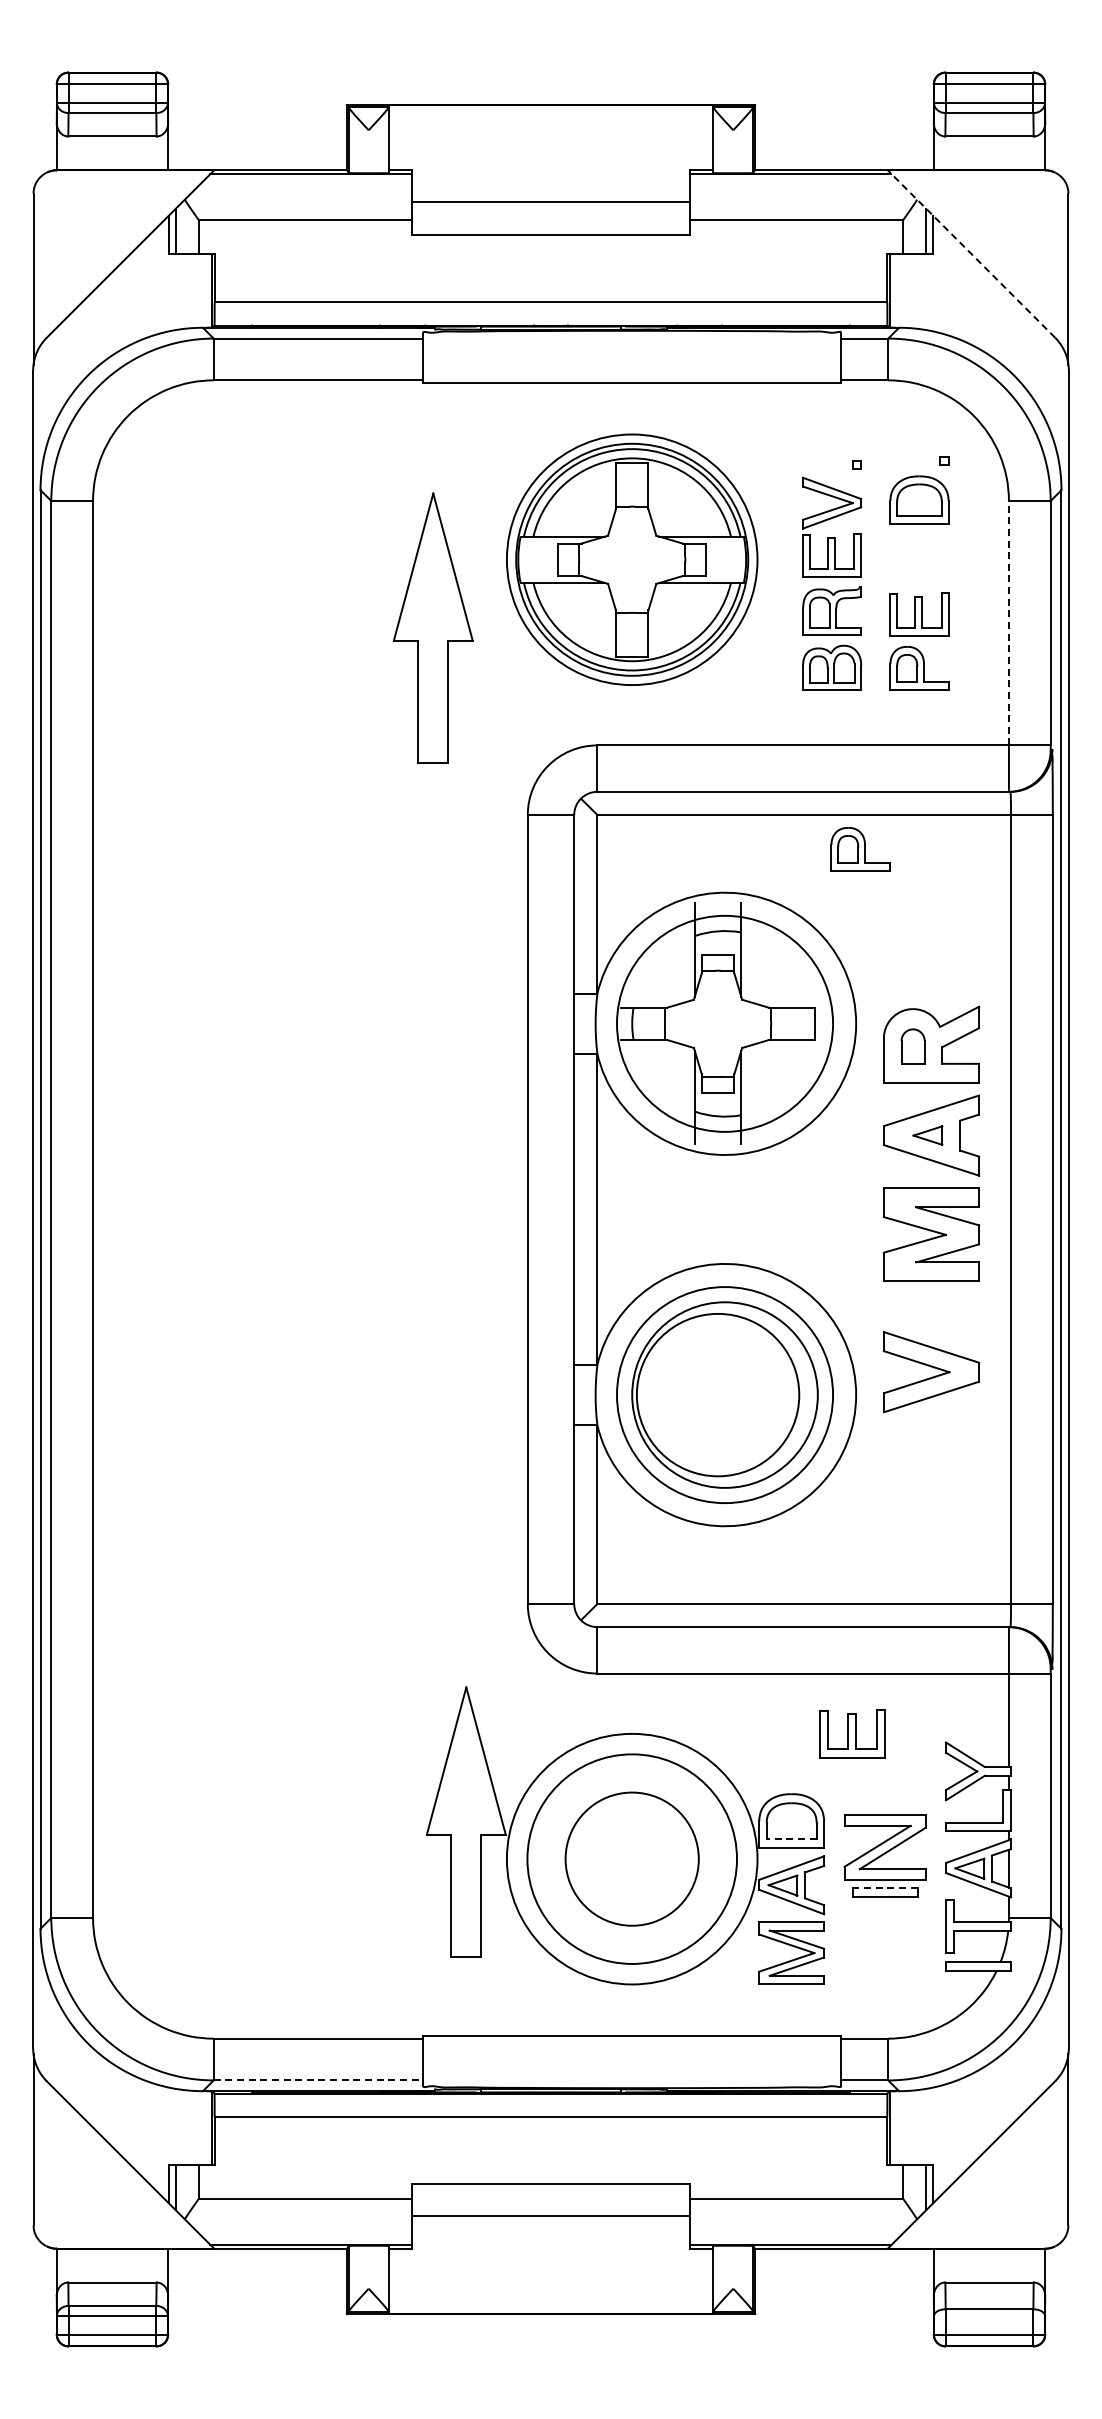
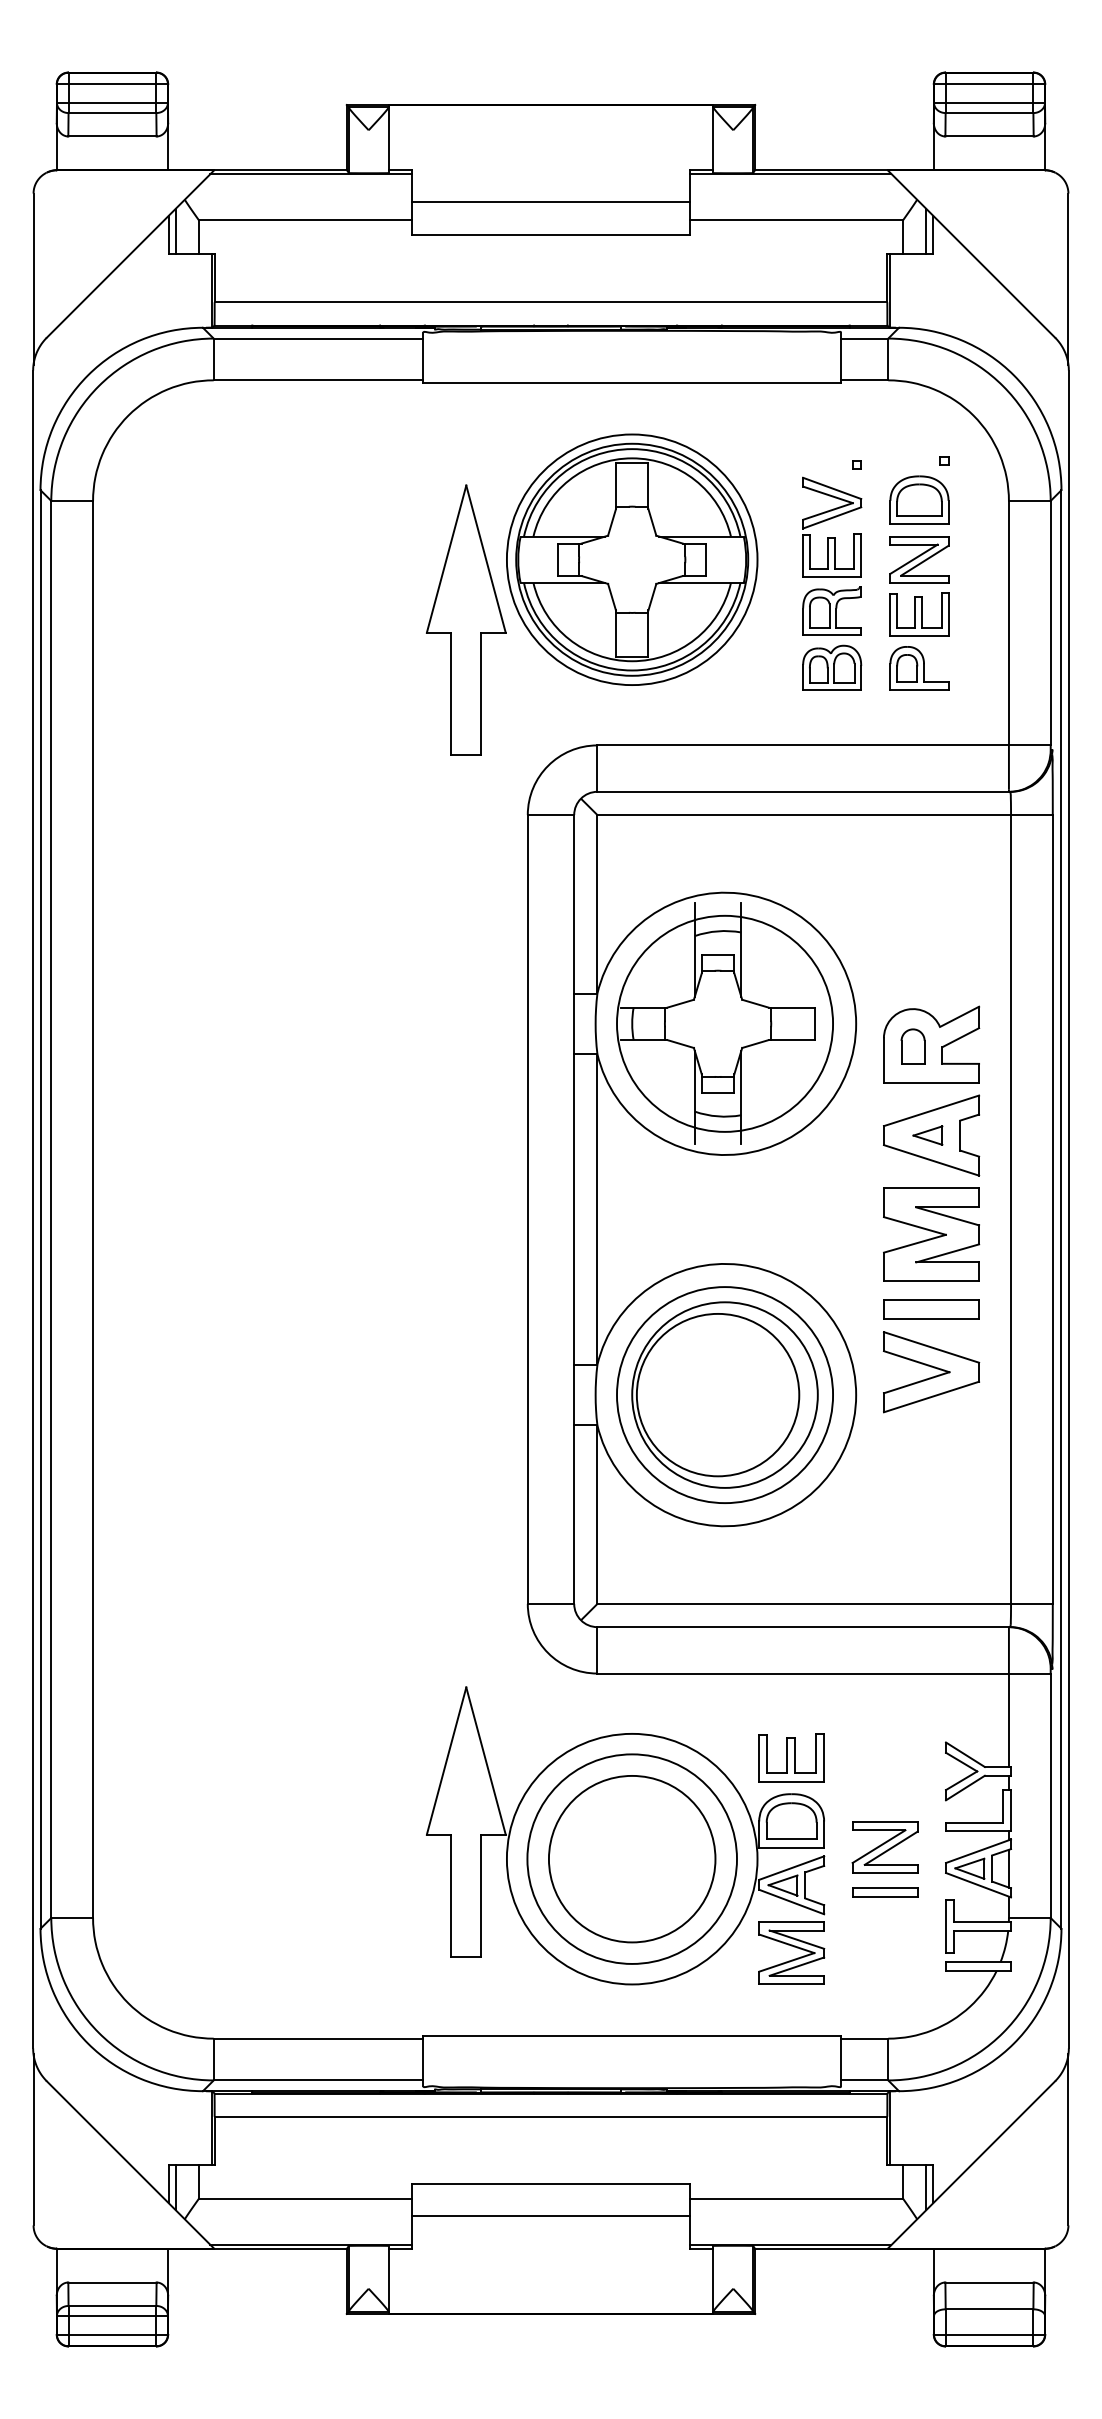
line at (971, 253): dashed -> solid
part at (919, 559): none -> present
line at (1008, 622): dashed -> solid
part at (432, 627) position: (432, 627) -> (465, 619)
part at (860, 849): present -> none
part at (931, 1309): none -> present
part at (852, 1733) position: (852, 1733) -> (791, 1757)
line at (791, 1839): dashed -> solid
part at (884, 1847) size: 84x67 px -> 68x53 px
circle at (631, 1858) diameter: 133 px -> 167 px
line at (884, 1888): dashed -> solid
line at (318, 2080): dashed -> solid
